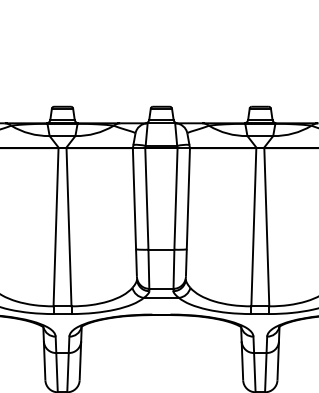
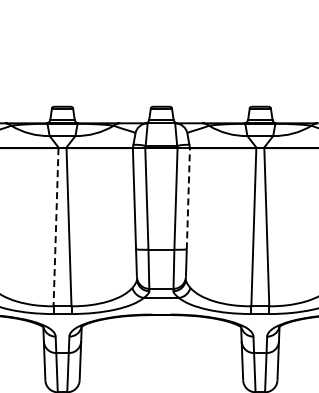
line at (188, 198): solid -> dashed
line at (56, 227): solid -> dashed
